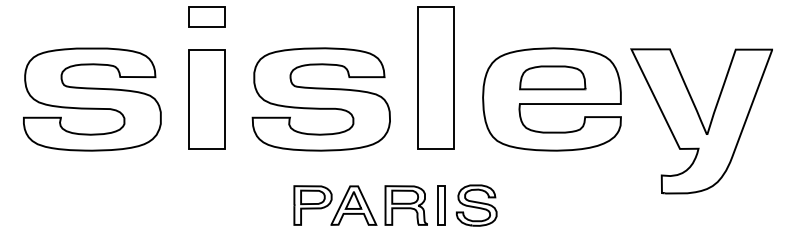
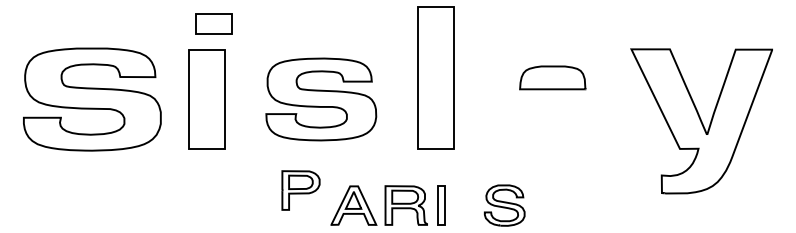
part at (206, 16) position: (206, 16) -> (213, 23)
part at (320, 99) size: 140x105 px -> 113x85 px
part at (551, 99): present -> none
part at (312, 205) position: (312, 205) -> (300, 190)
part at (476, 205) position: (476, 205) -> (504, 205)
